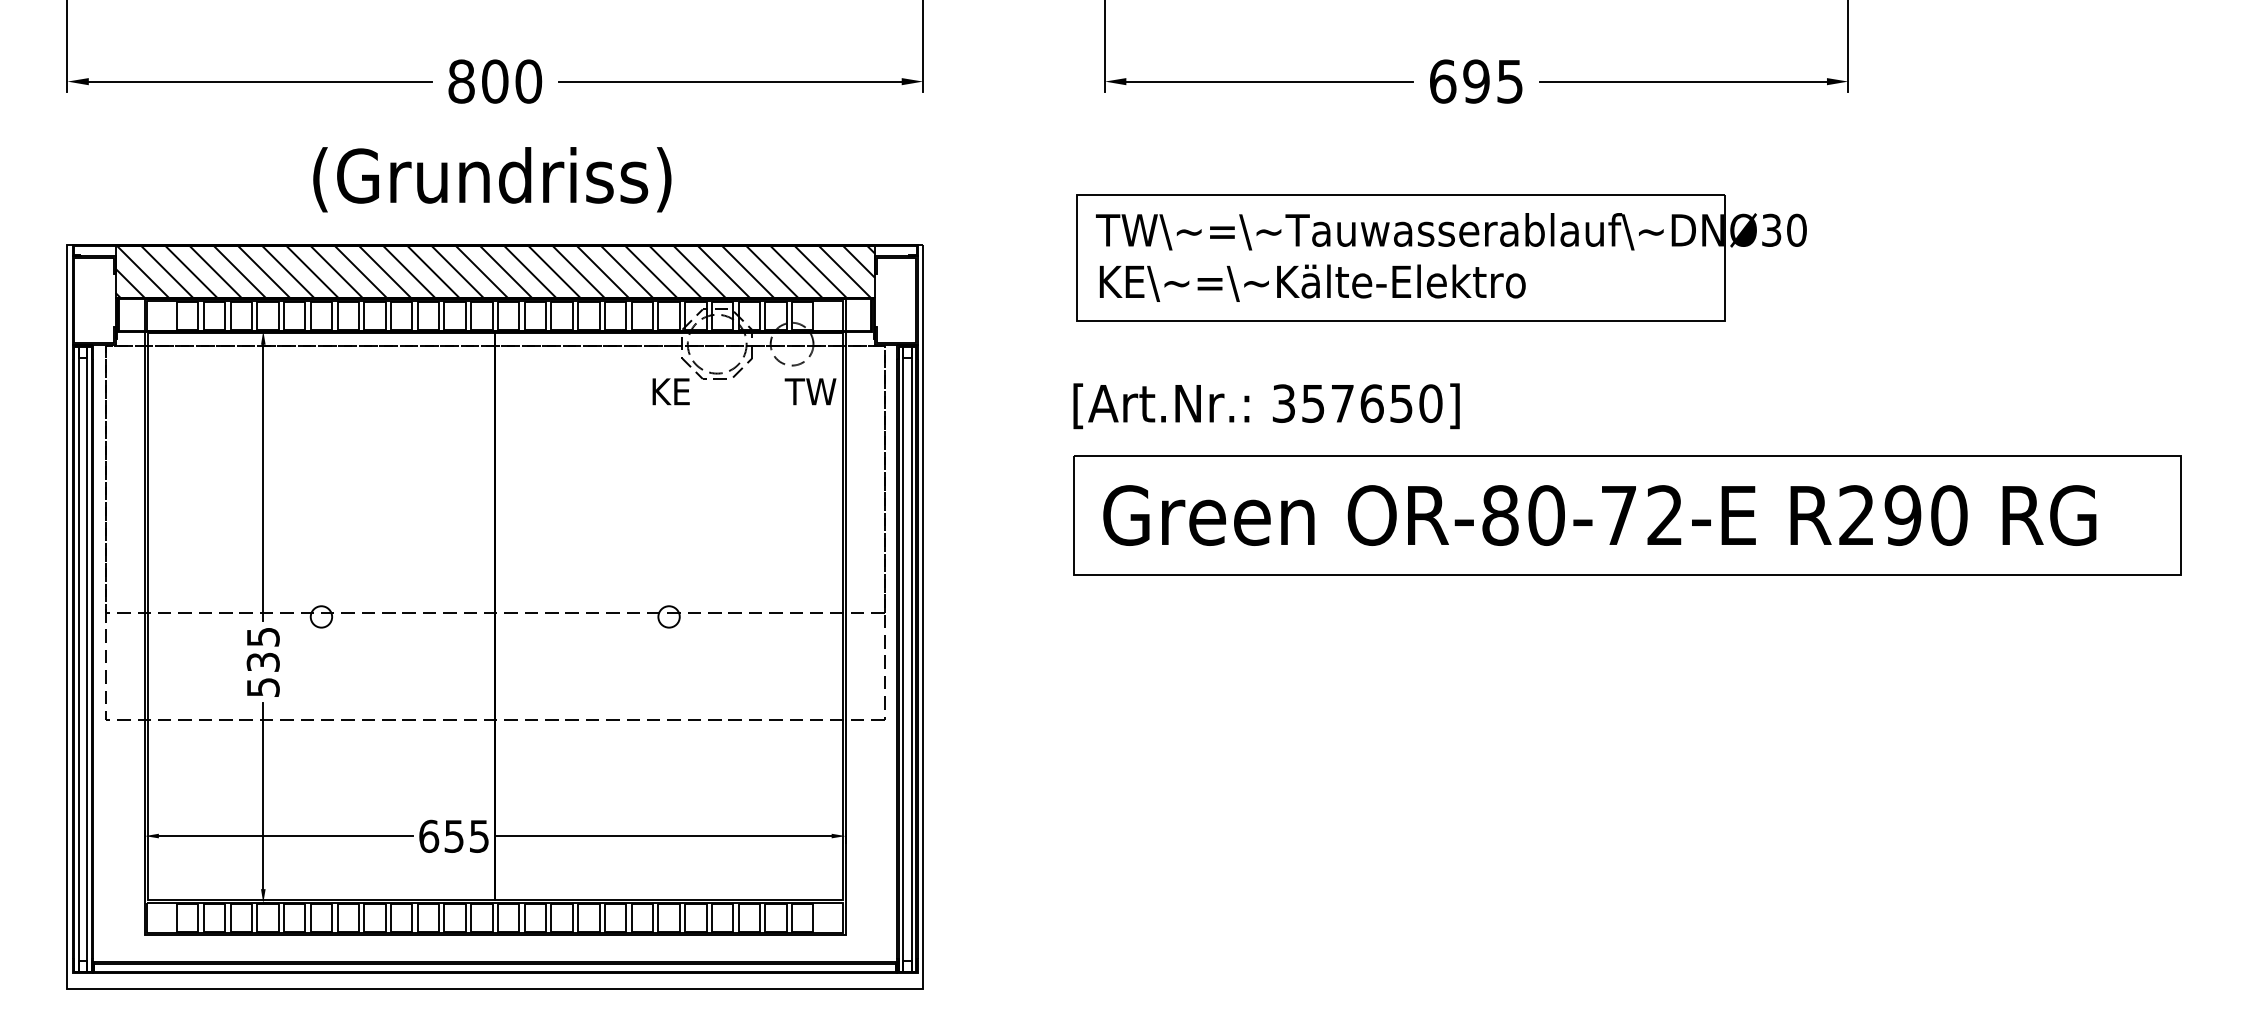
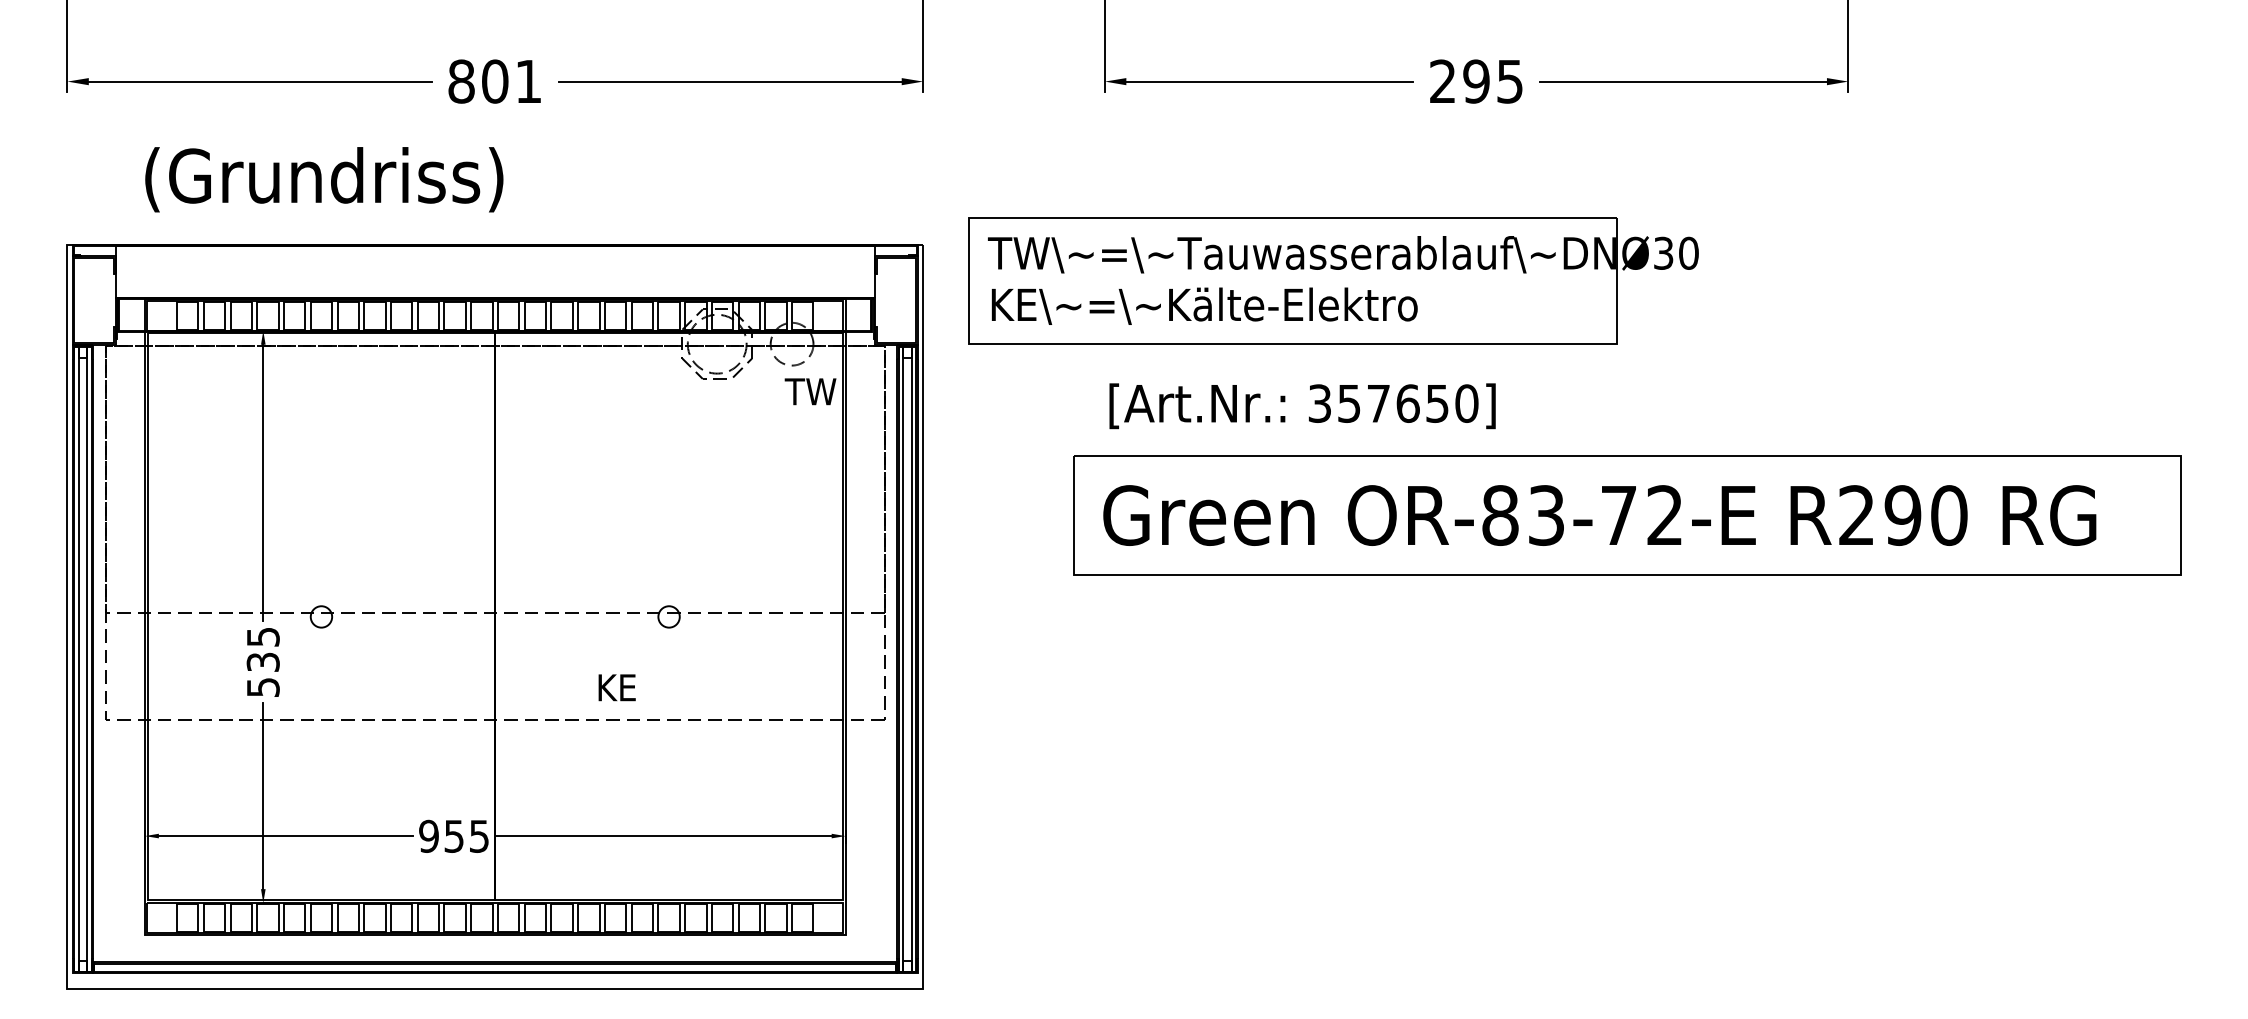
text at (528, 81): 800 -> 801
text at (1443, 81): 695 -> 295
text at (492, 179) position: (492, 179) -> (324, 179)
part at (1441, 257) position: (1441, 257) -> (1333, 280)
hatch at (494, 271): present -> none
text at (670, 391) position: (670, 391) -> (616, 687)
text at (1266, 406) position: (1266, 406) -> (1302, 406)
text at (1546, 515): OR-80-72-E -> OR-83-72-E
text at (429, 835): 655 -> 955
